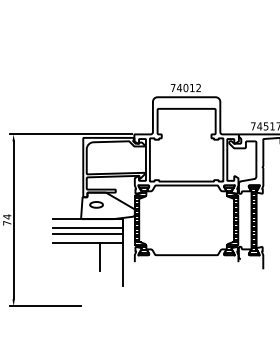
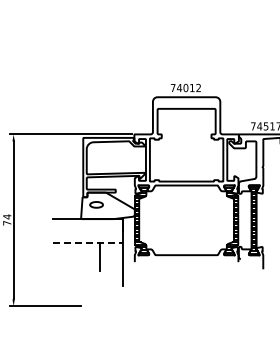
line at (87, 228): present -> none
line at (87, 233): present -> none
line at (87, 243): solid -> dashed
